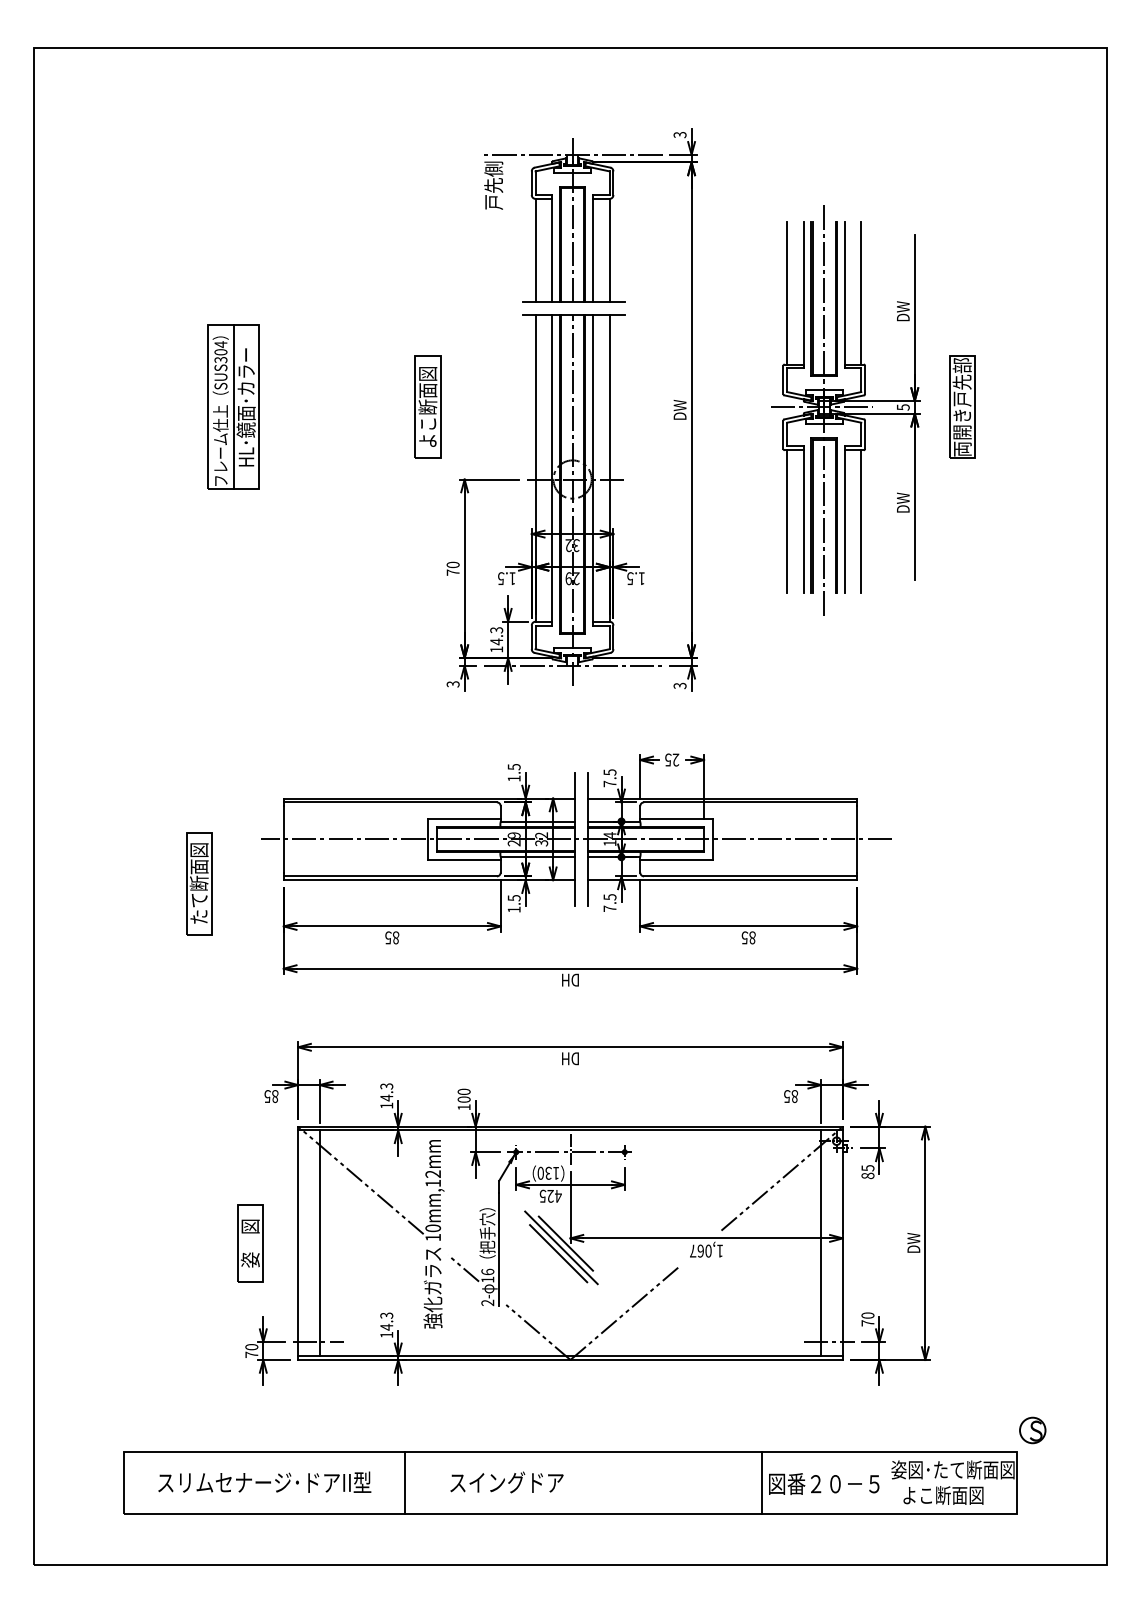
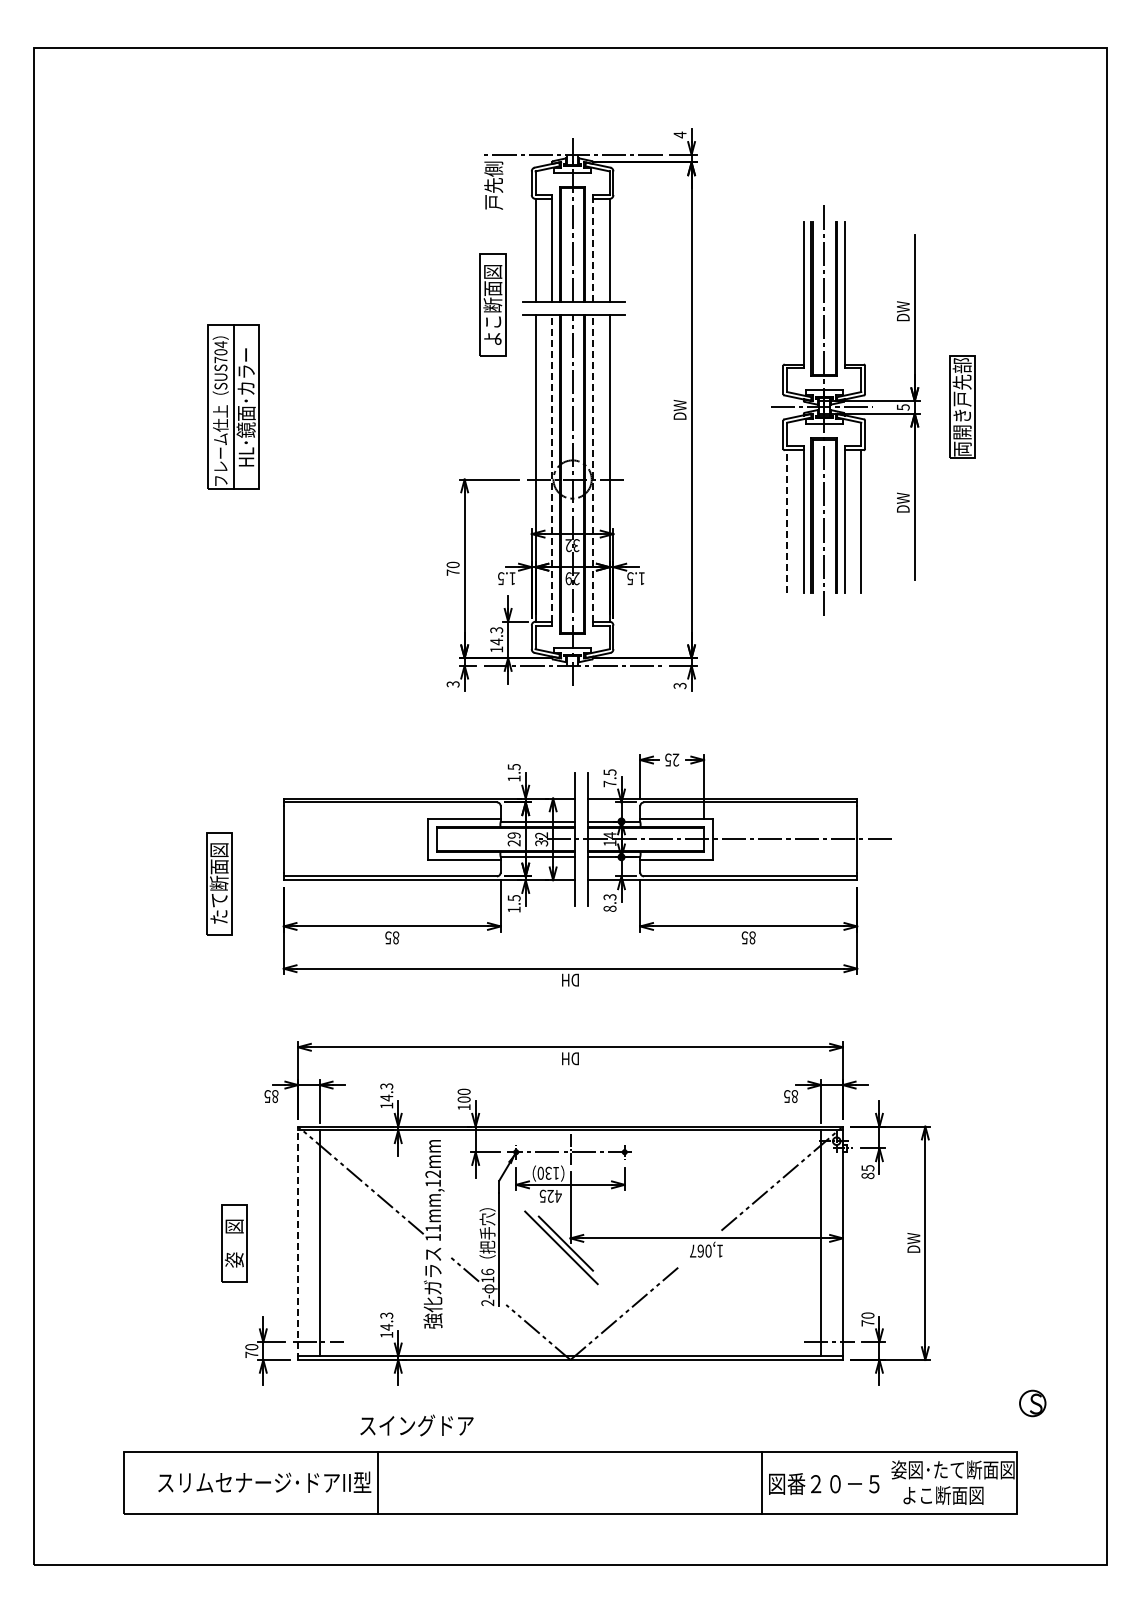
text at (679, 134): 3 -> 4
line at (593, 250): solid -> dashed
line at (787, 293): present -> none
line at (861, 293): present -> none
text at (220, 359): SUS304 -> SUS704
part at (427, 406) position: (427, 406) -> (492, 304)
line at (552, 467): solid -> dashed
line at (593, 467): solid -> dashed
line at (787, 521): solid -> dashed
line at (397, 839): present -> none
part at (199, 883) position: (199, 883) -> (219, 883)
text at (609, 902): 7.5 -> 8.3
text at (433, 1228): 10mm,12mm -> 11mm,12mm
part at (250, 1243) position: (250, 1243) -> (234, 1243)
line at (298, 1243): solid -> dashed
line at (558, 1253): present -> none
part at (1032, 1430) position: (1032, 1430) -> (1032, 1403)
line at (404, 1482) position: (404, 1482) -> (377, 1482)
text at (506, 1482) position: (506, 1482) -> (416, 1425)
